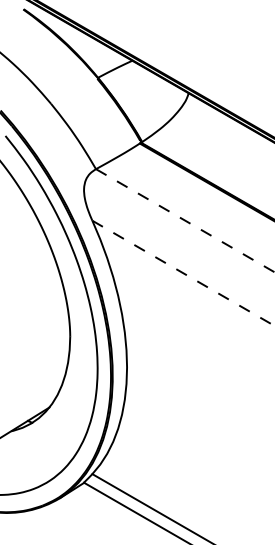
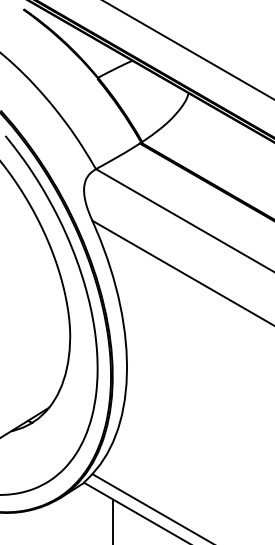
line at (188, 50): none -> present
line at (185, 220): dashed -> solid
line at (183, 273): dashed -> solid
line at (113, 520): none -> present
